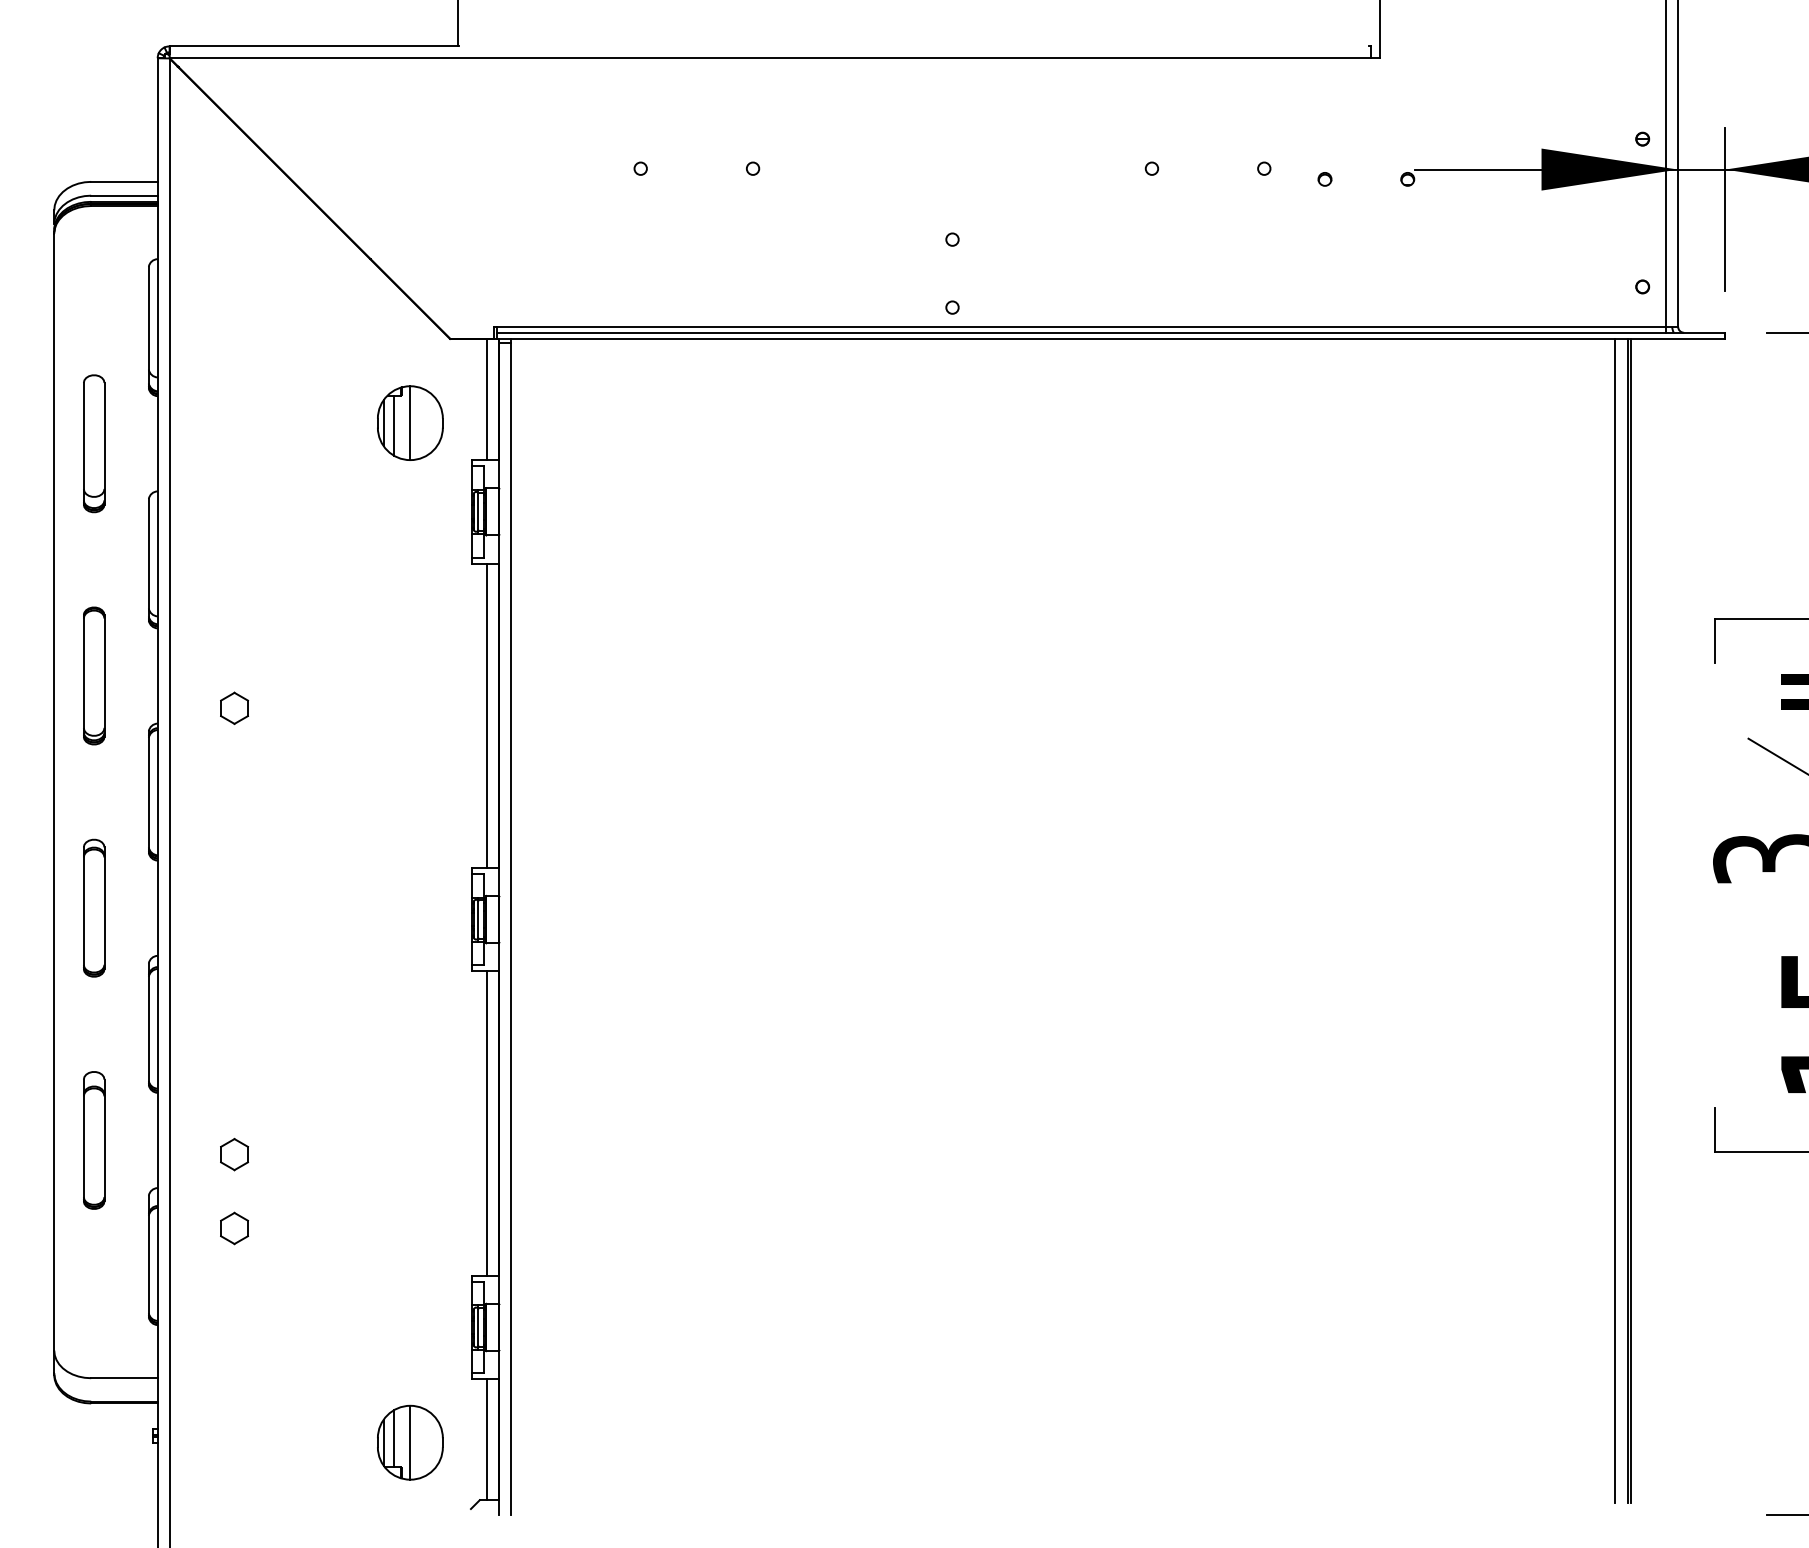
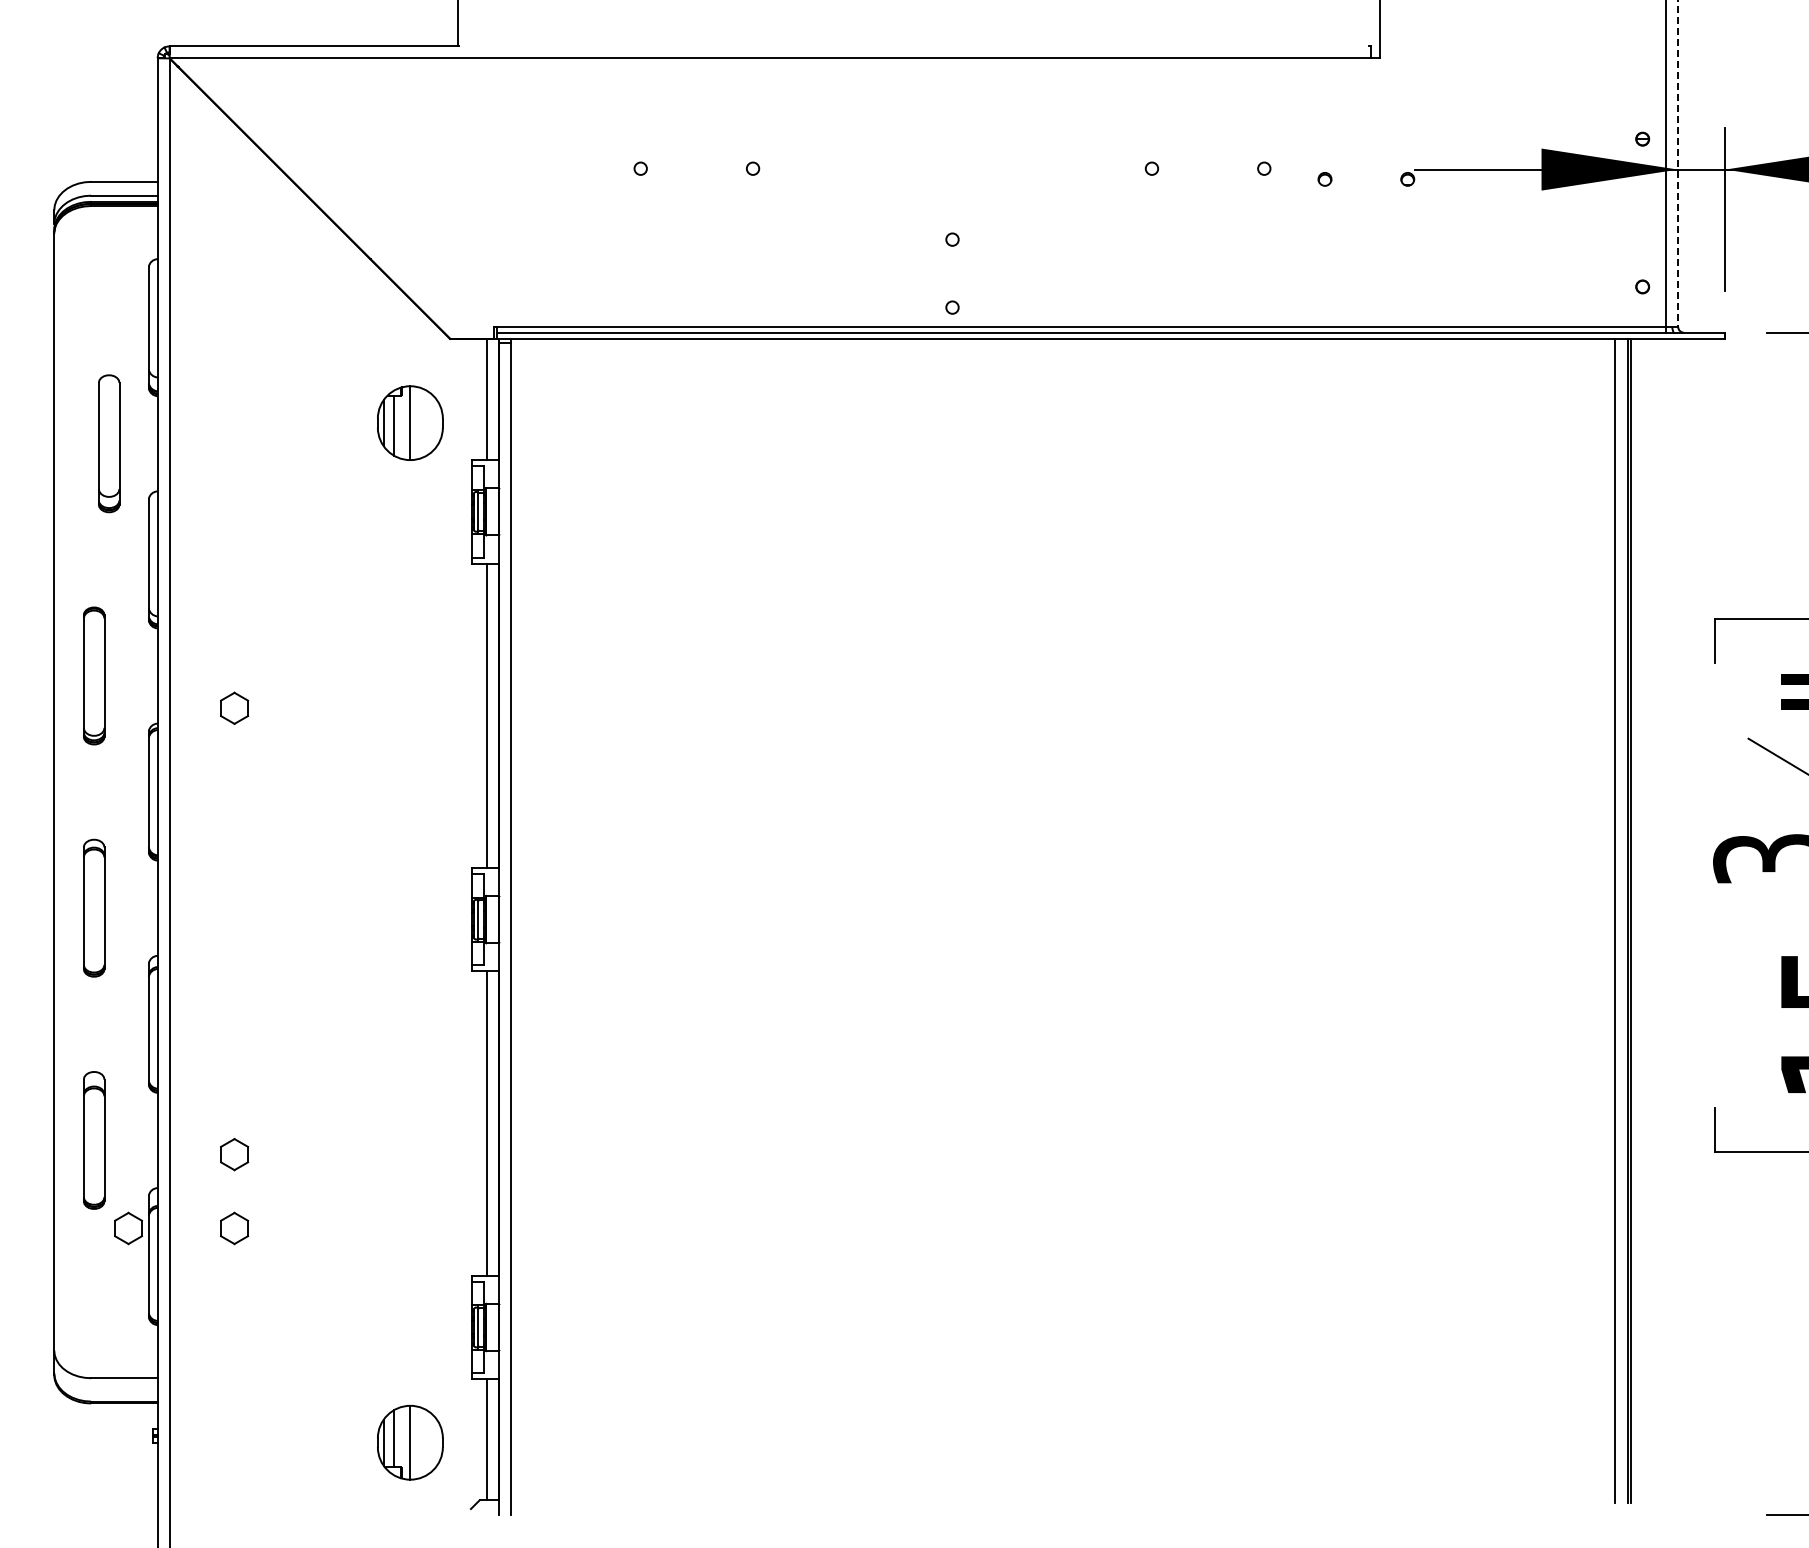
line at (1678, 163): solid -> dashed
part at (94, 443) position: (94, 443) -> (109, 443)
part at (128, 1228): none -> present
